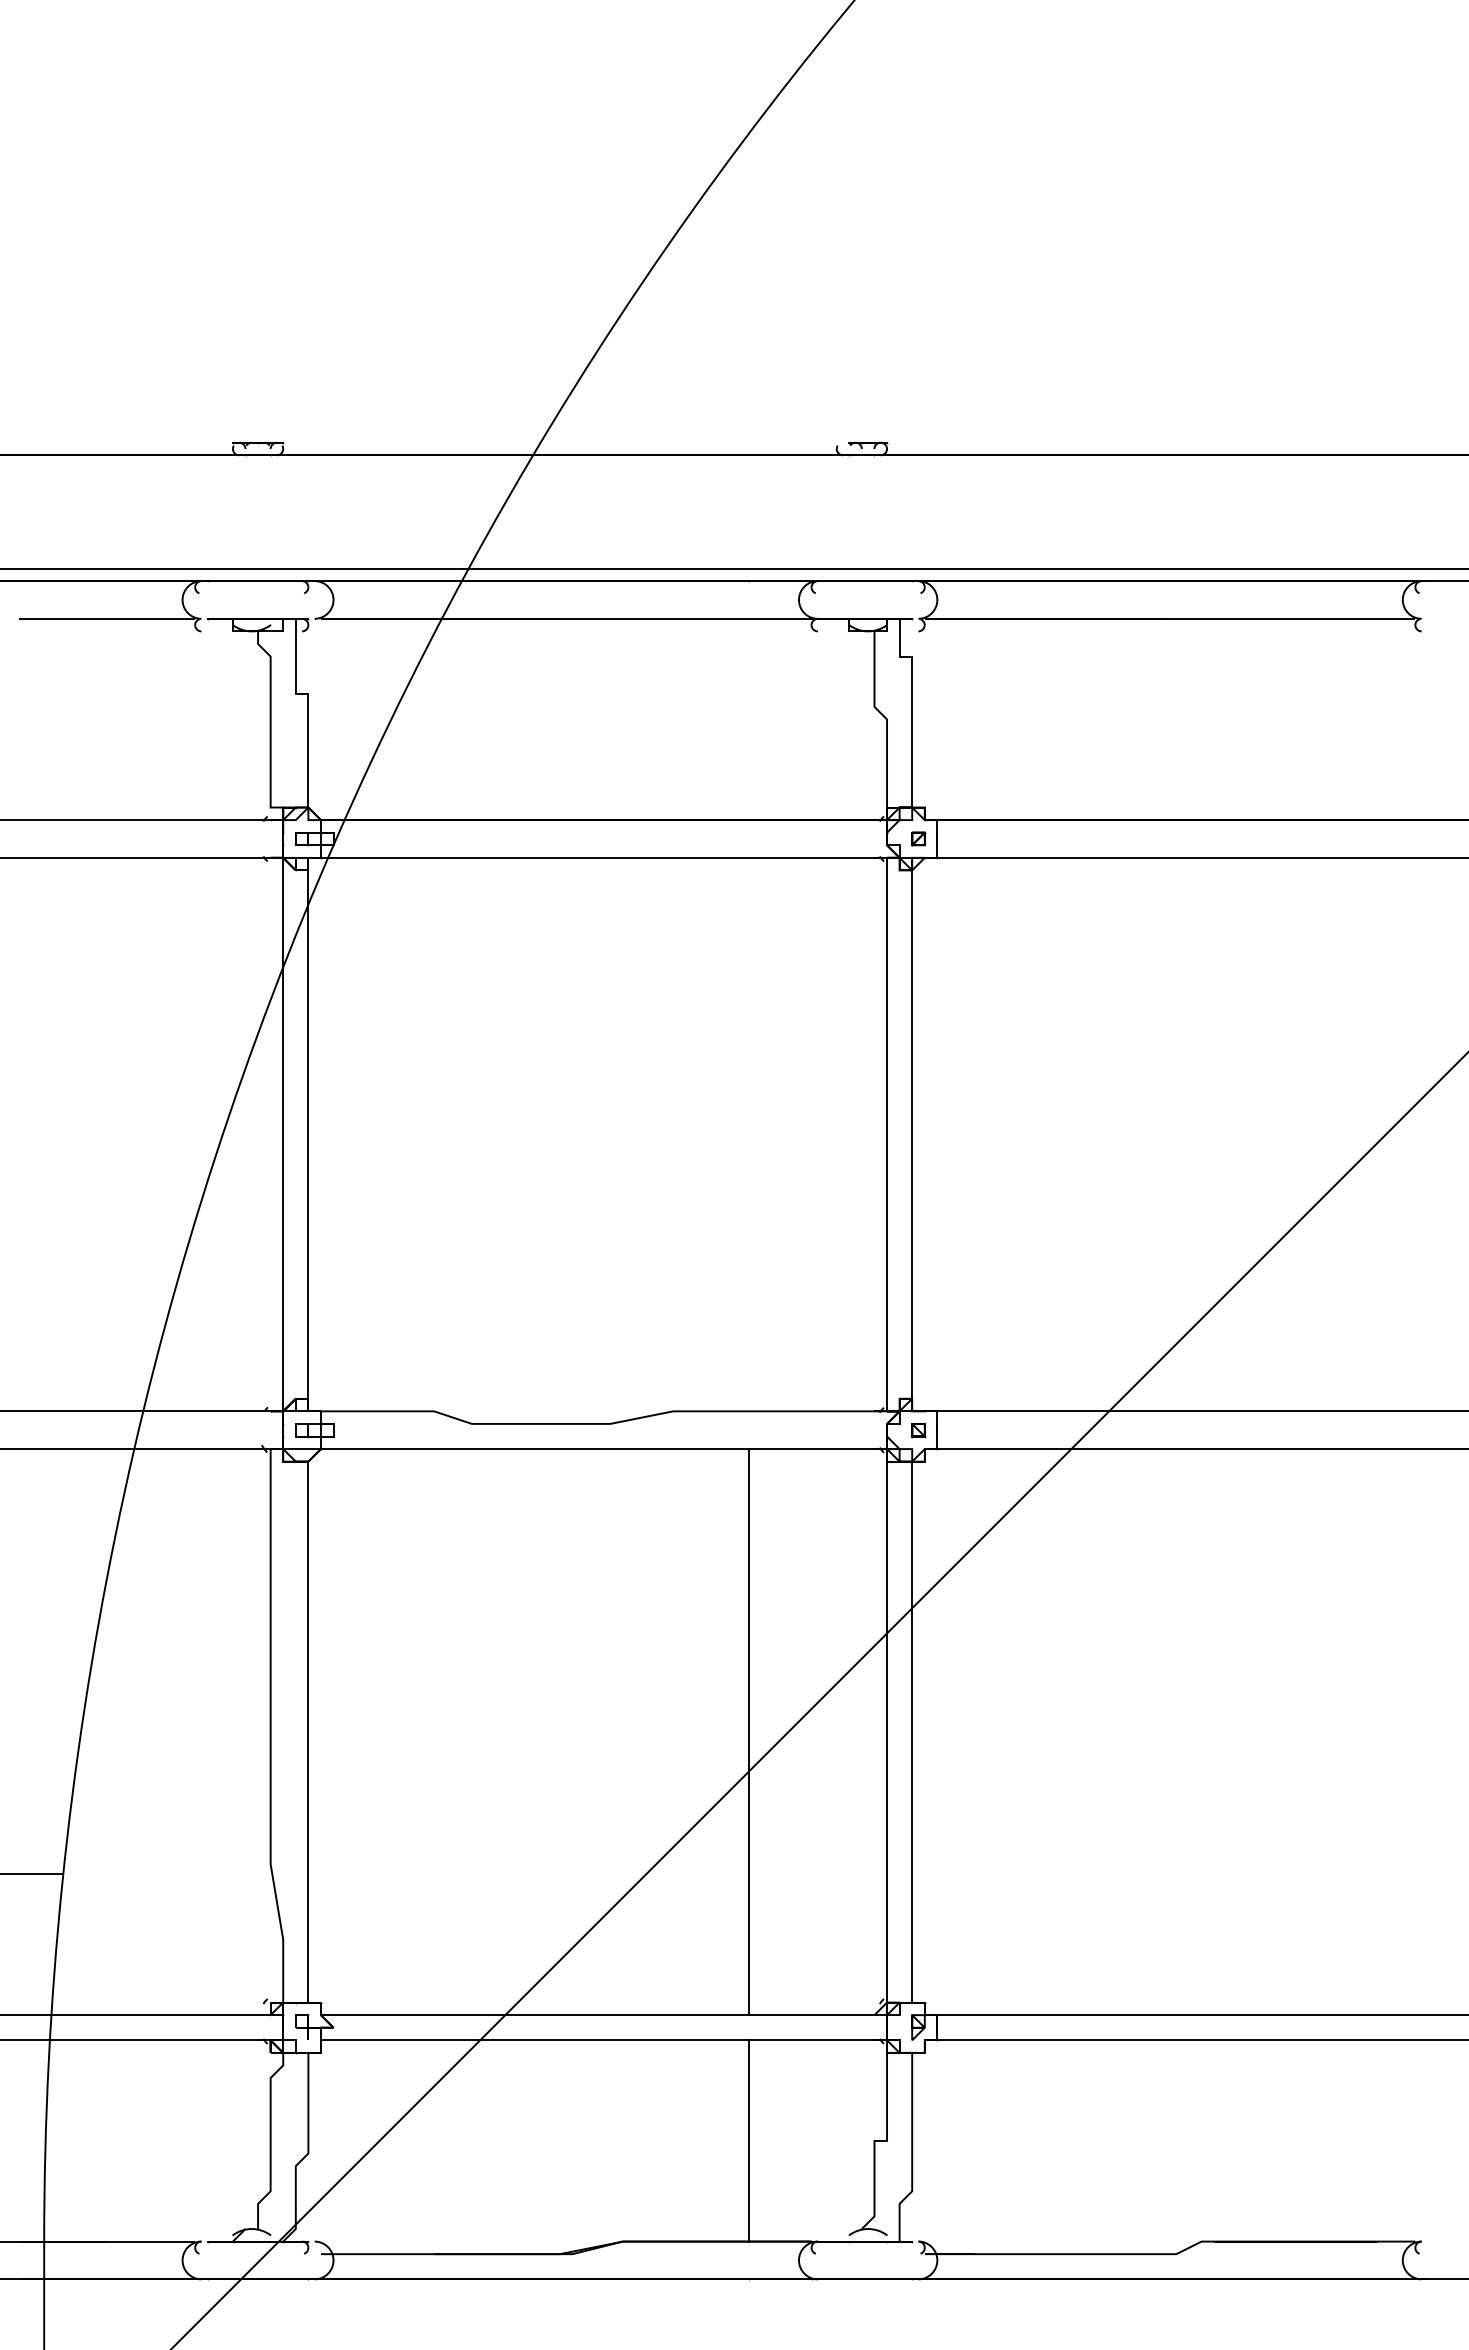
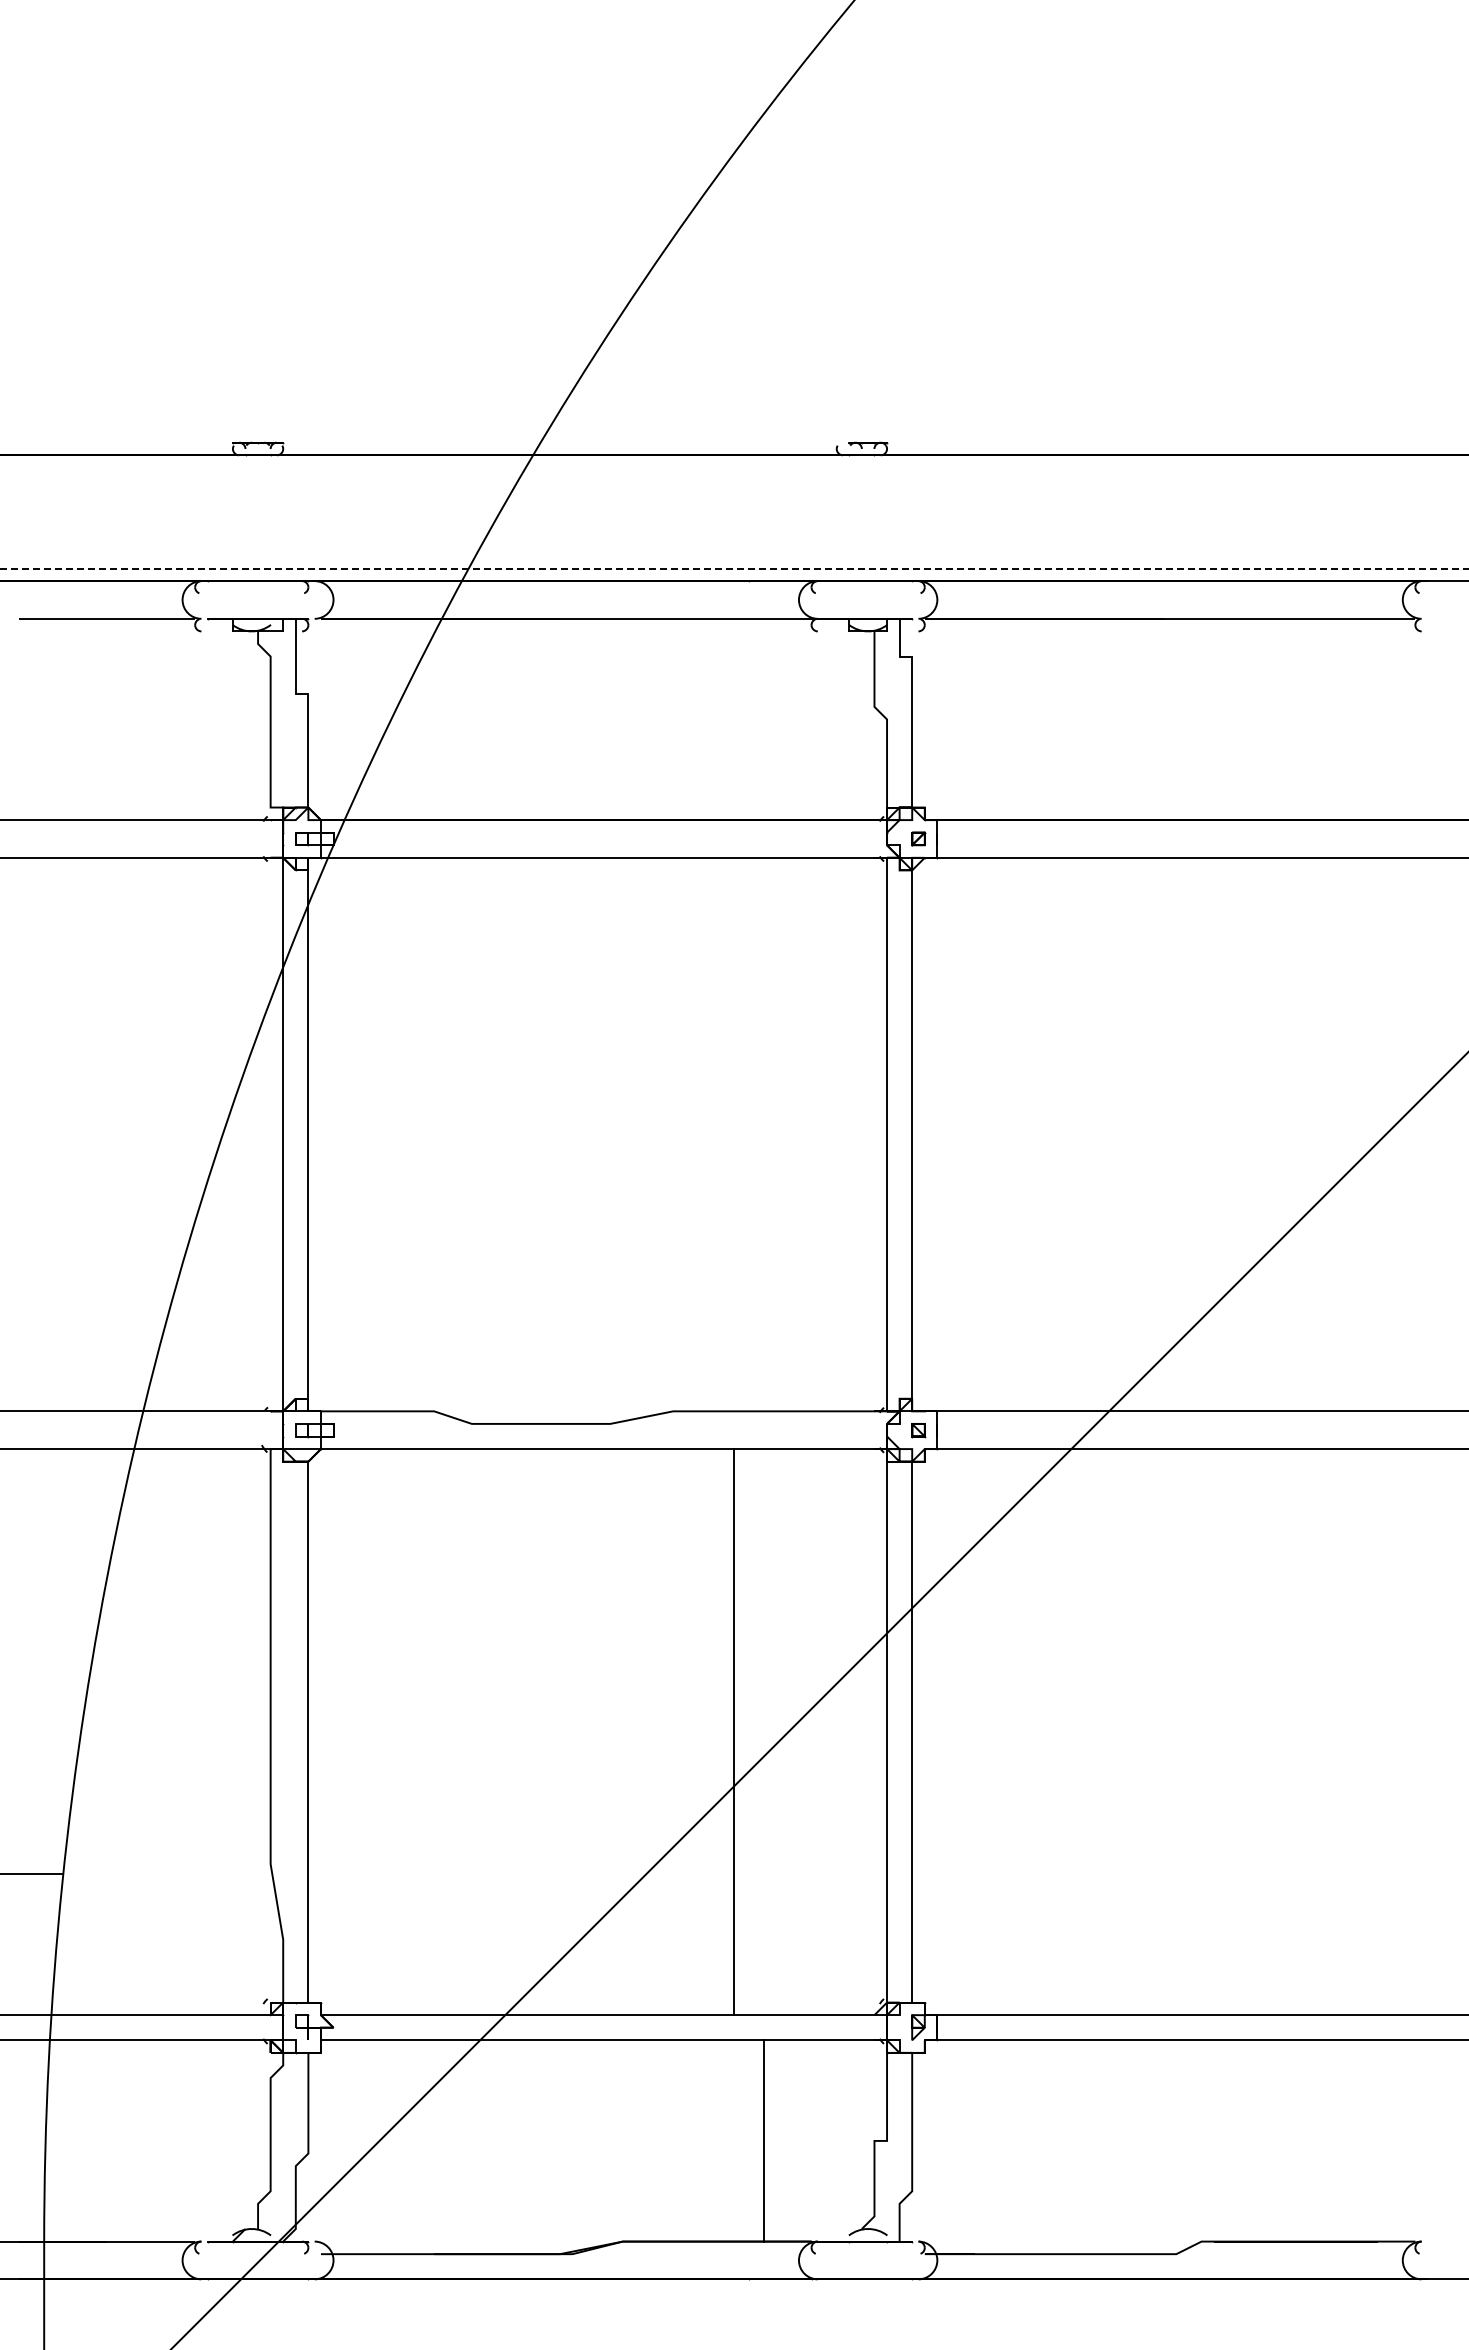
line at (734, 568): solid -> dashed
line at (748, 1732) position: (748, 1732) -> (733, 1732)
line at (748, 2140) position: (748, 2140) -> (763, 2140)
